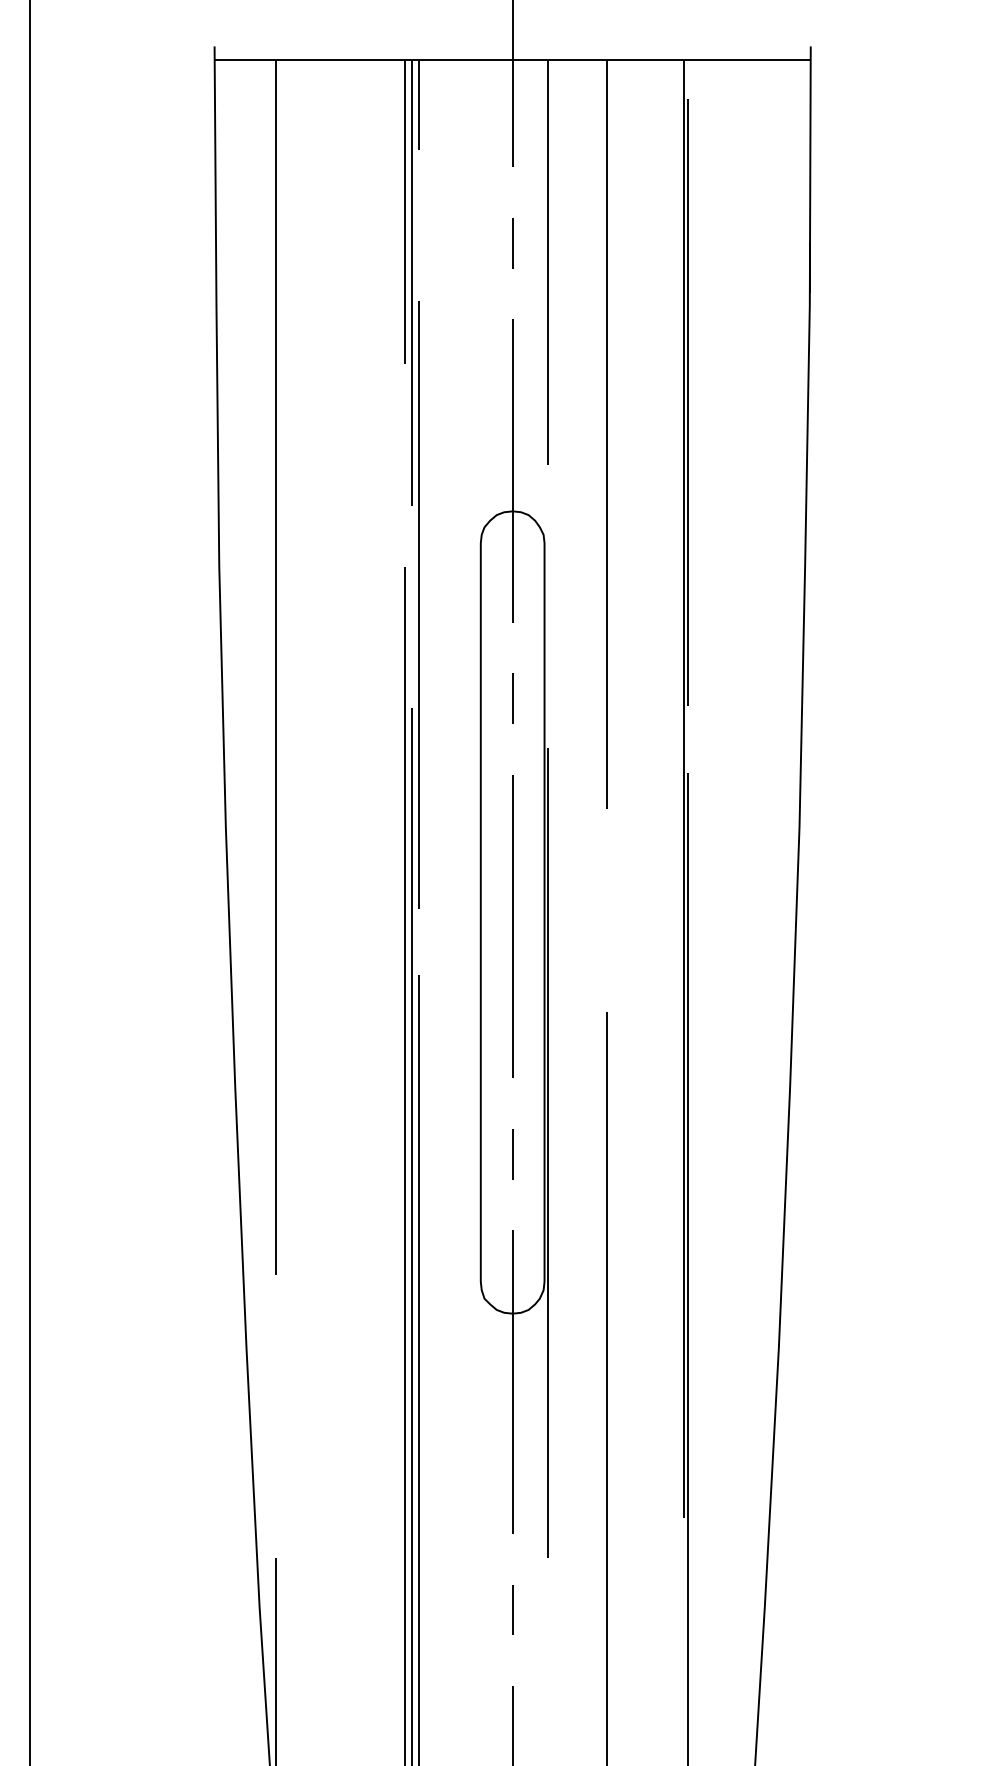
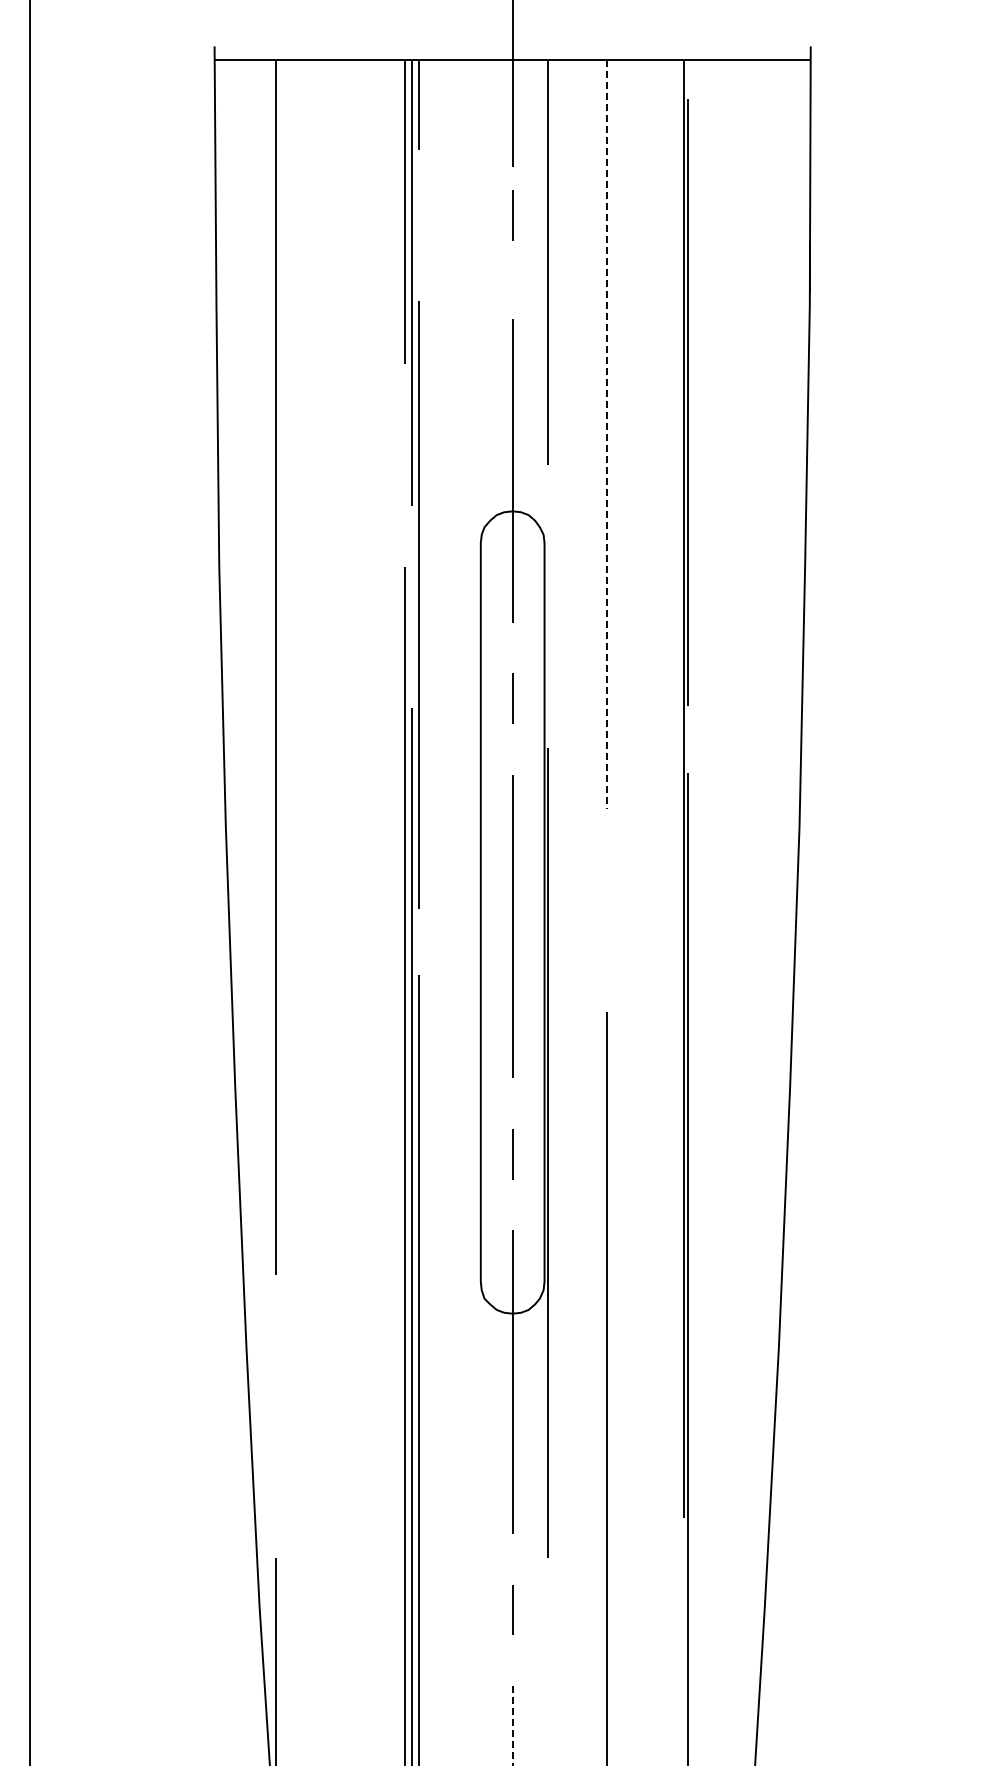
line at (512, 243) position: (512, 243) -> (512, 215)
line at (607, 434): solid -> dashed
line at (512, 1725): solid -> dashed
